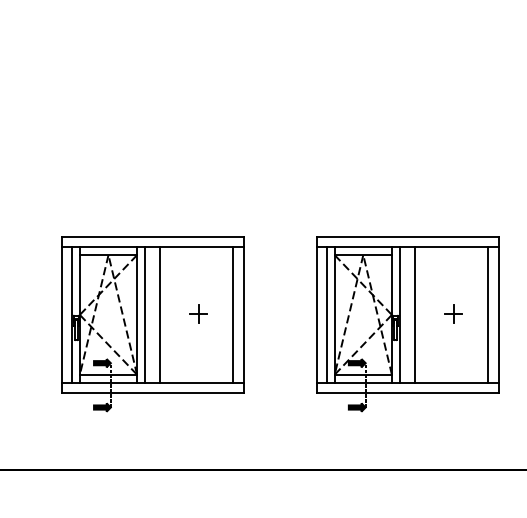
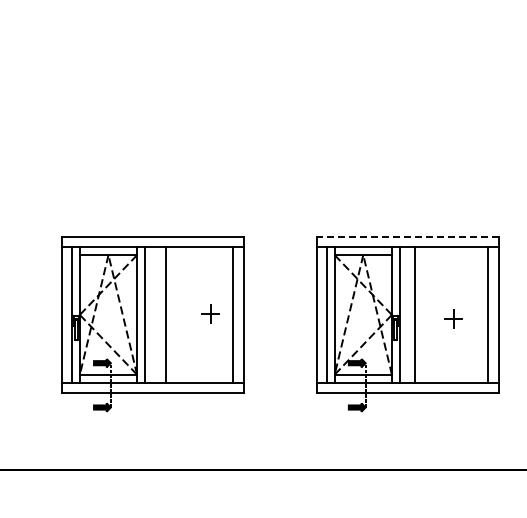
line at (407, 236): solid -> dashed
part at (198, 313) position: (198, 313) -> (210, 313)
part at (453, 313) position: (453, 313) -> (453, 318)
line at (160, 314) position: (160, 314) -> (166, 314)
